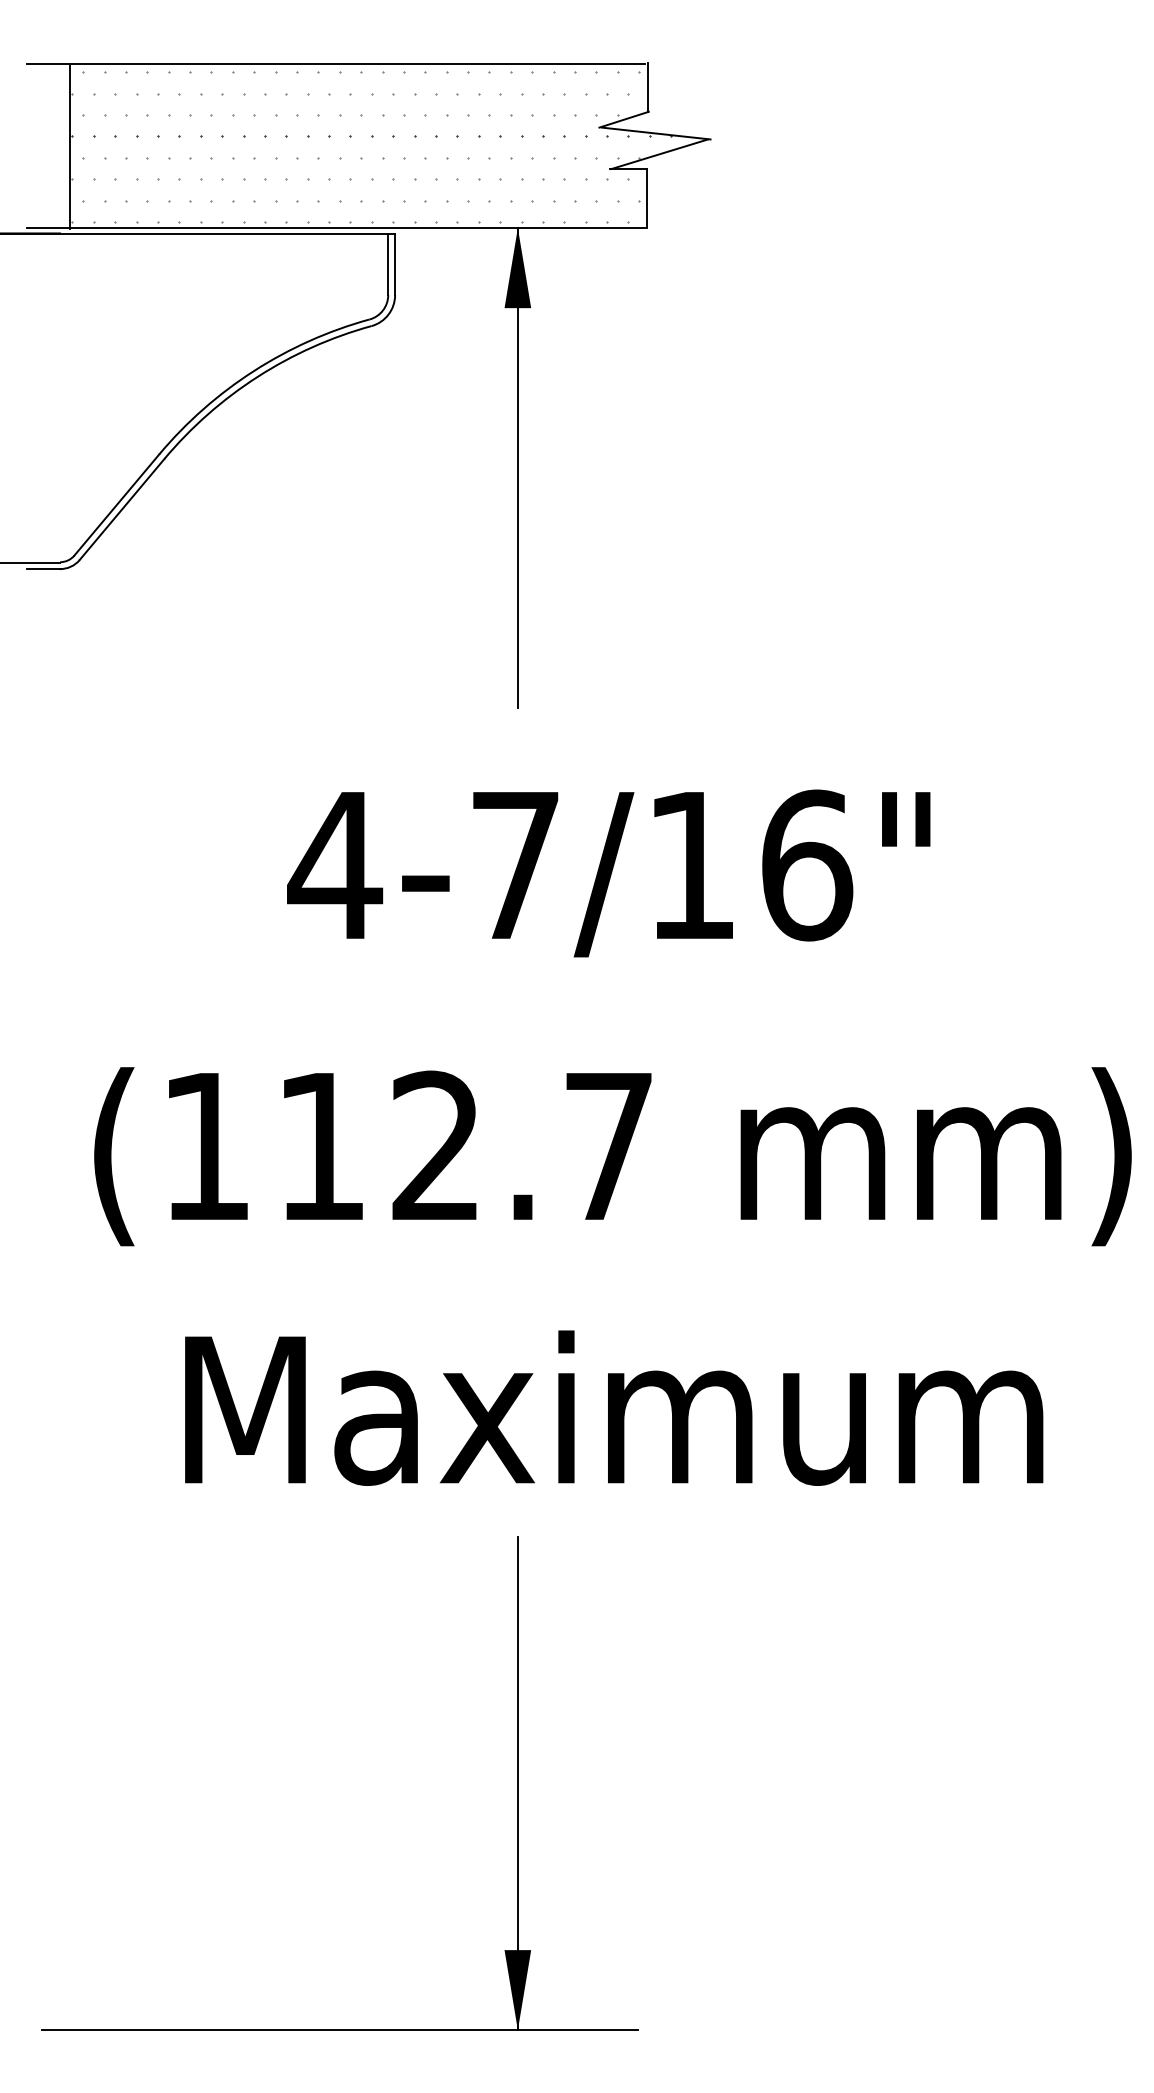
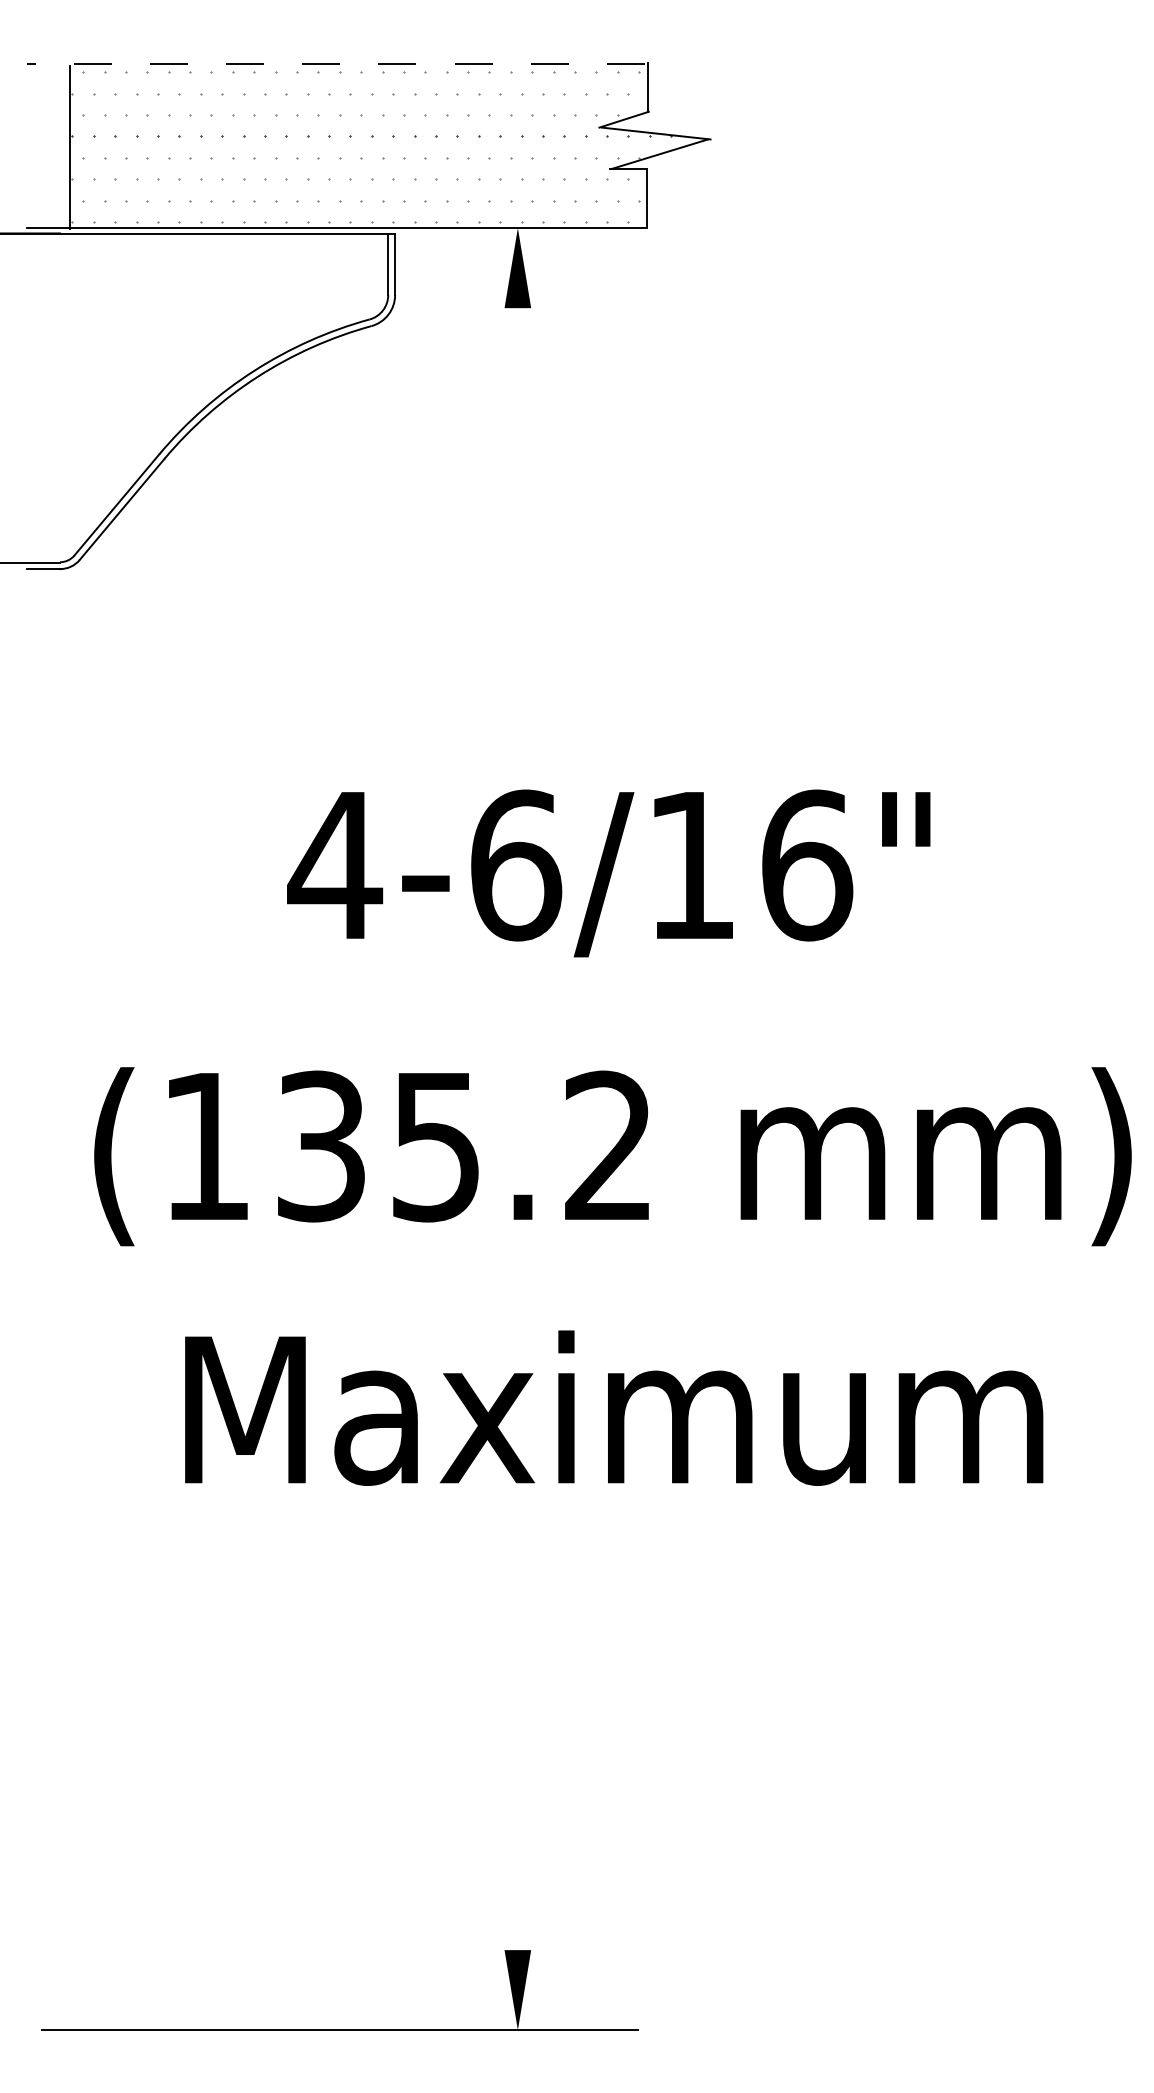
line at (335, 64): solid -> dashed
line at (517, 467): present -> none
text at (516, 865): 4-7/16" -> 4-6/16"
text at (464, 1146): (112.7 -> (135.2
line at (517, 1783): present -> none
